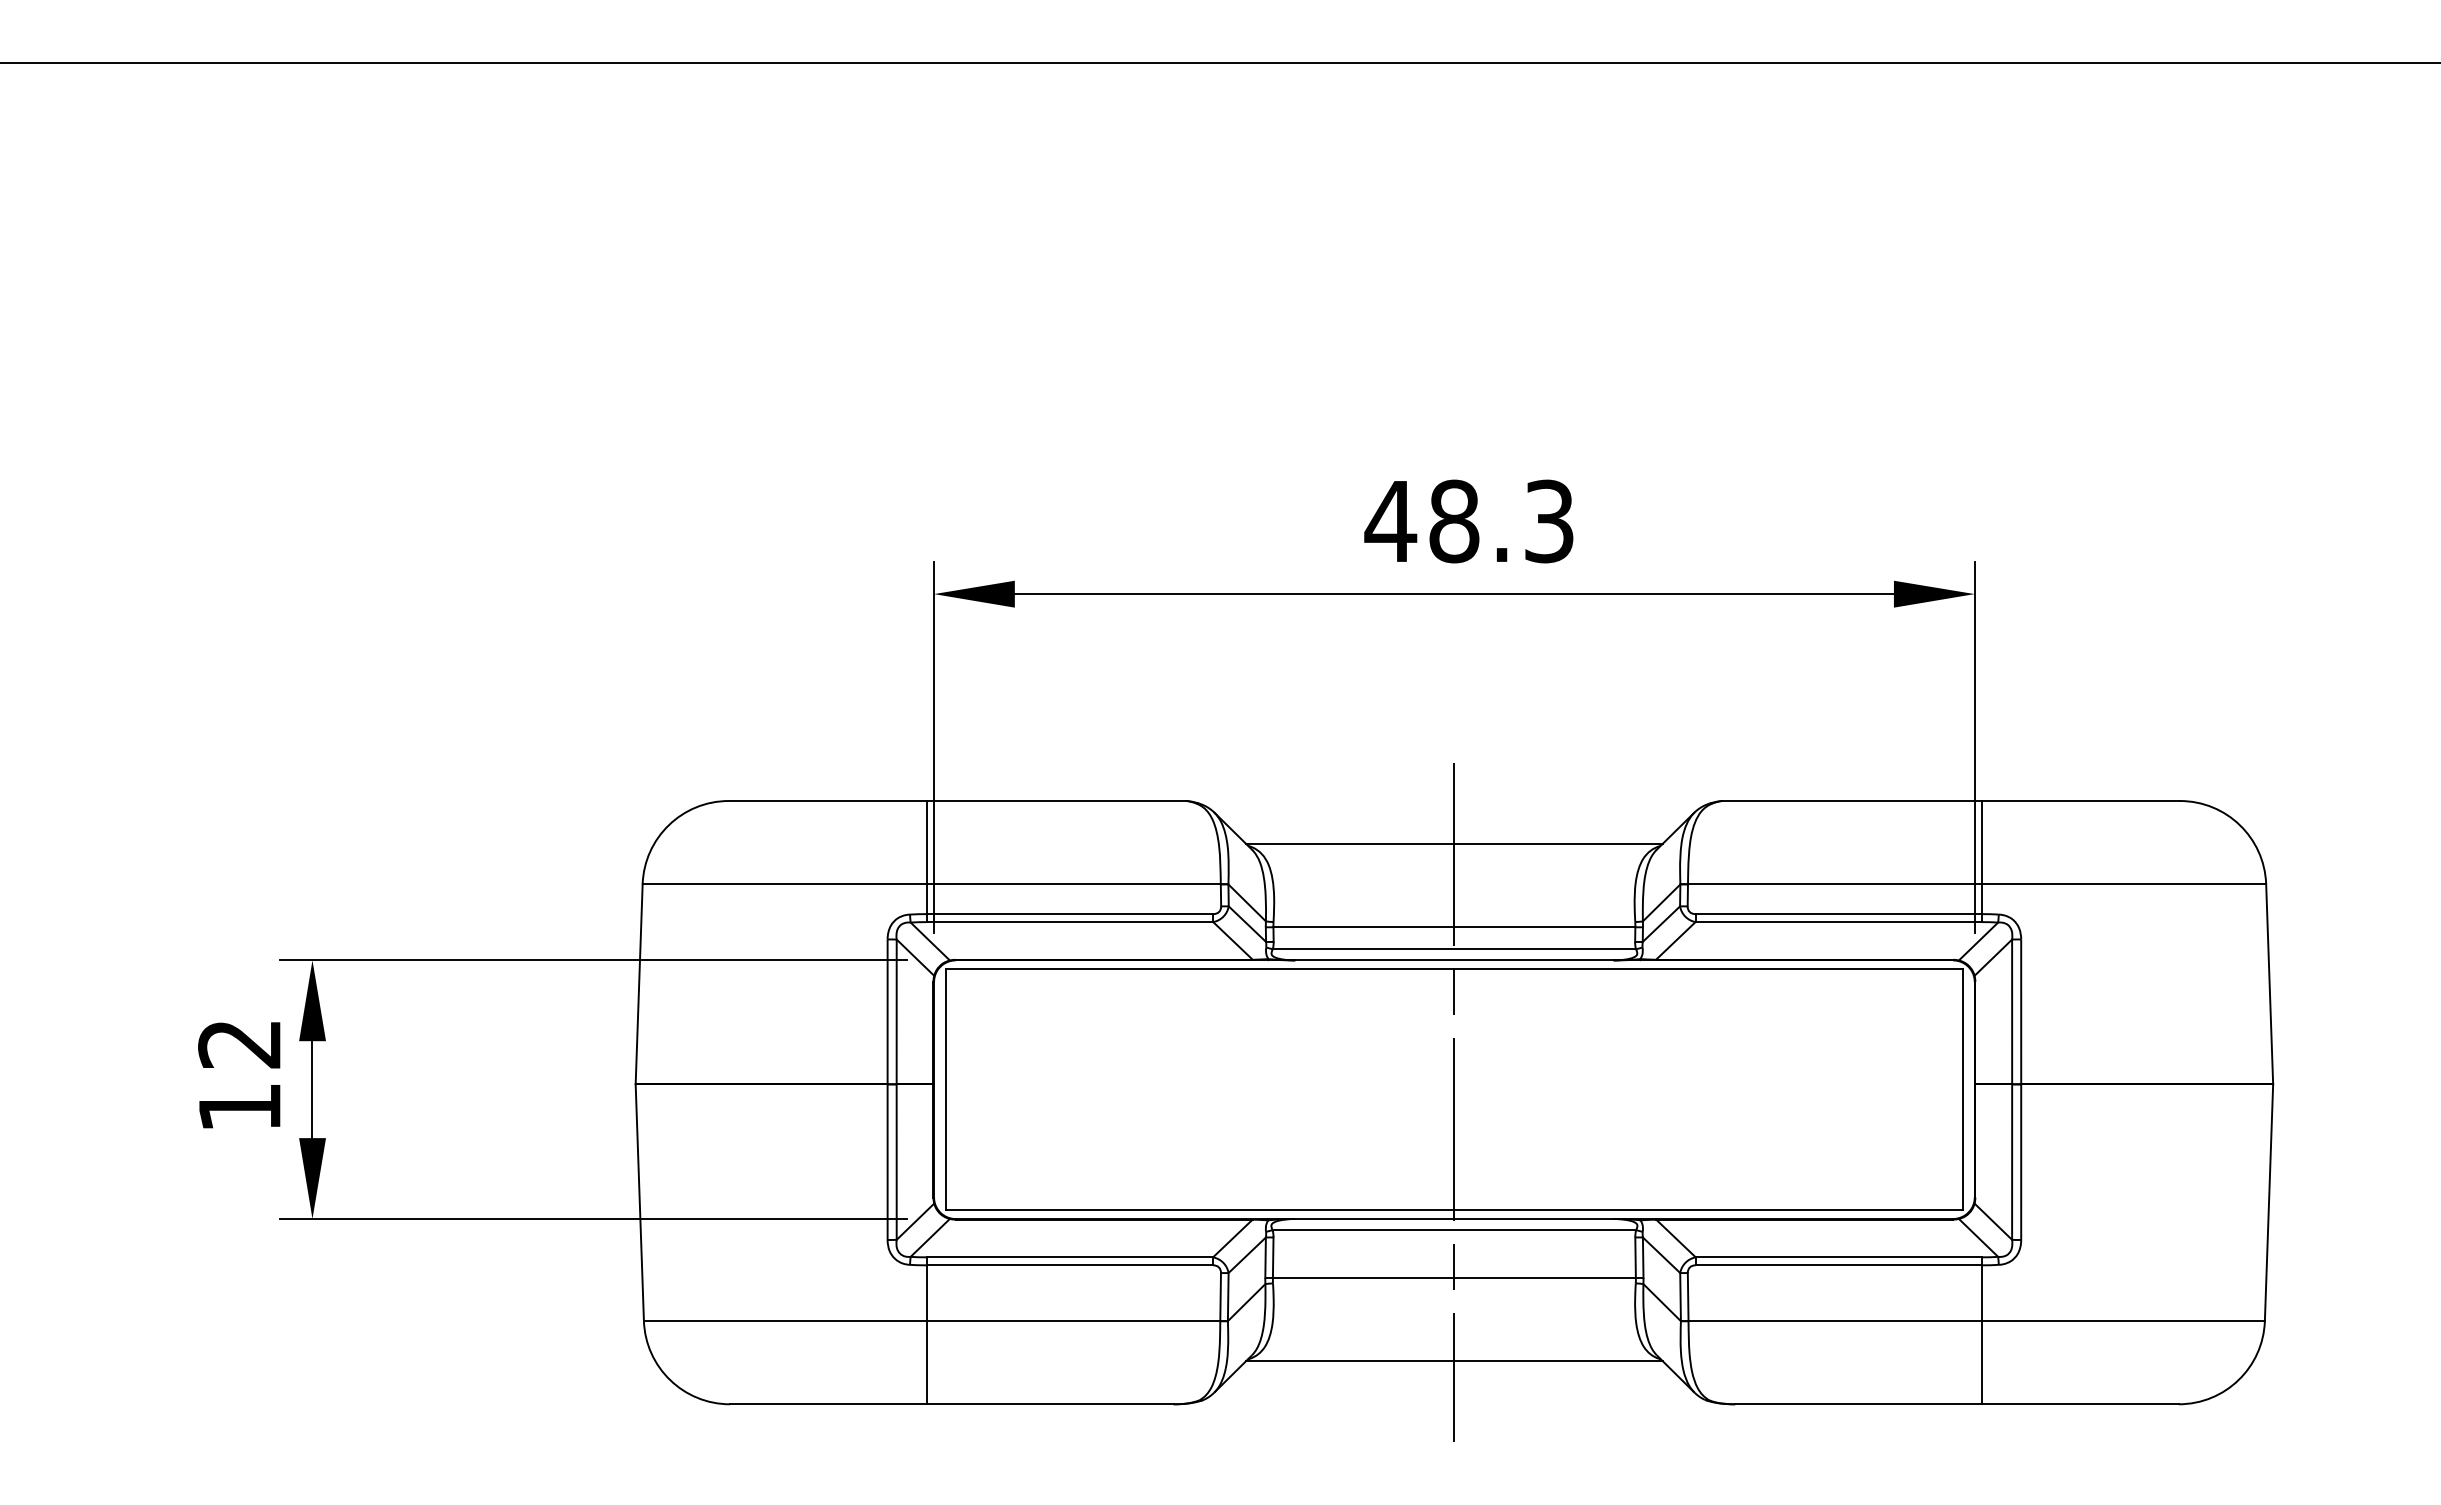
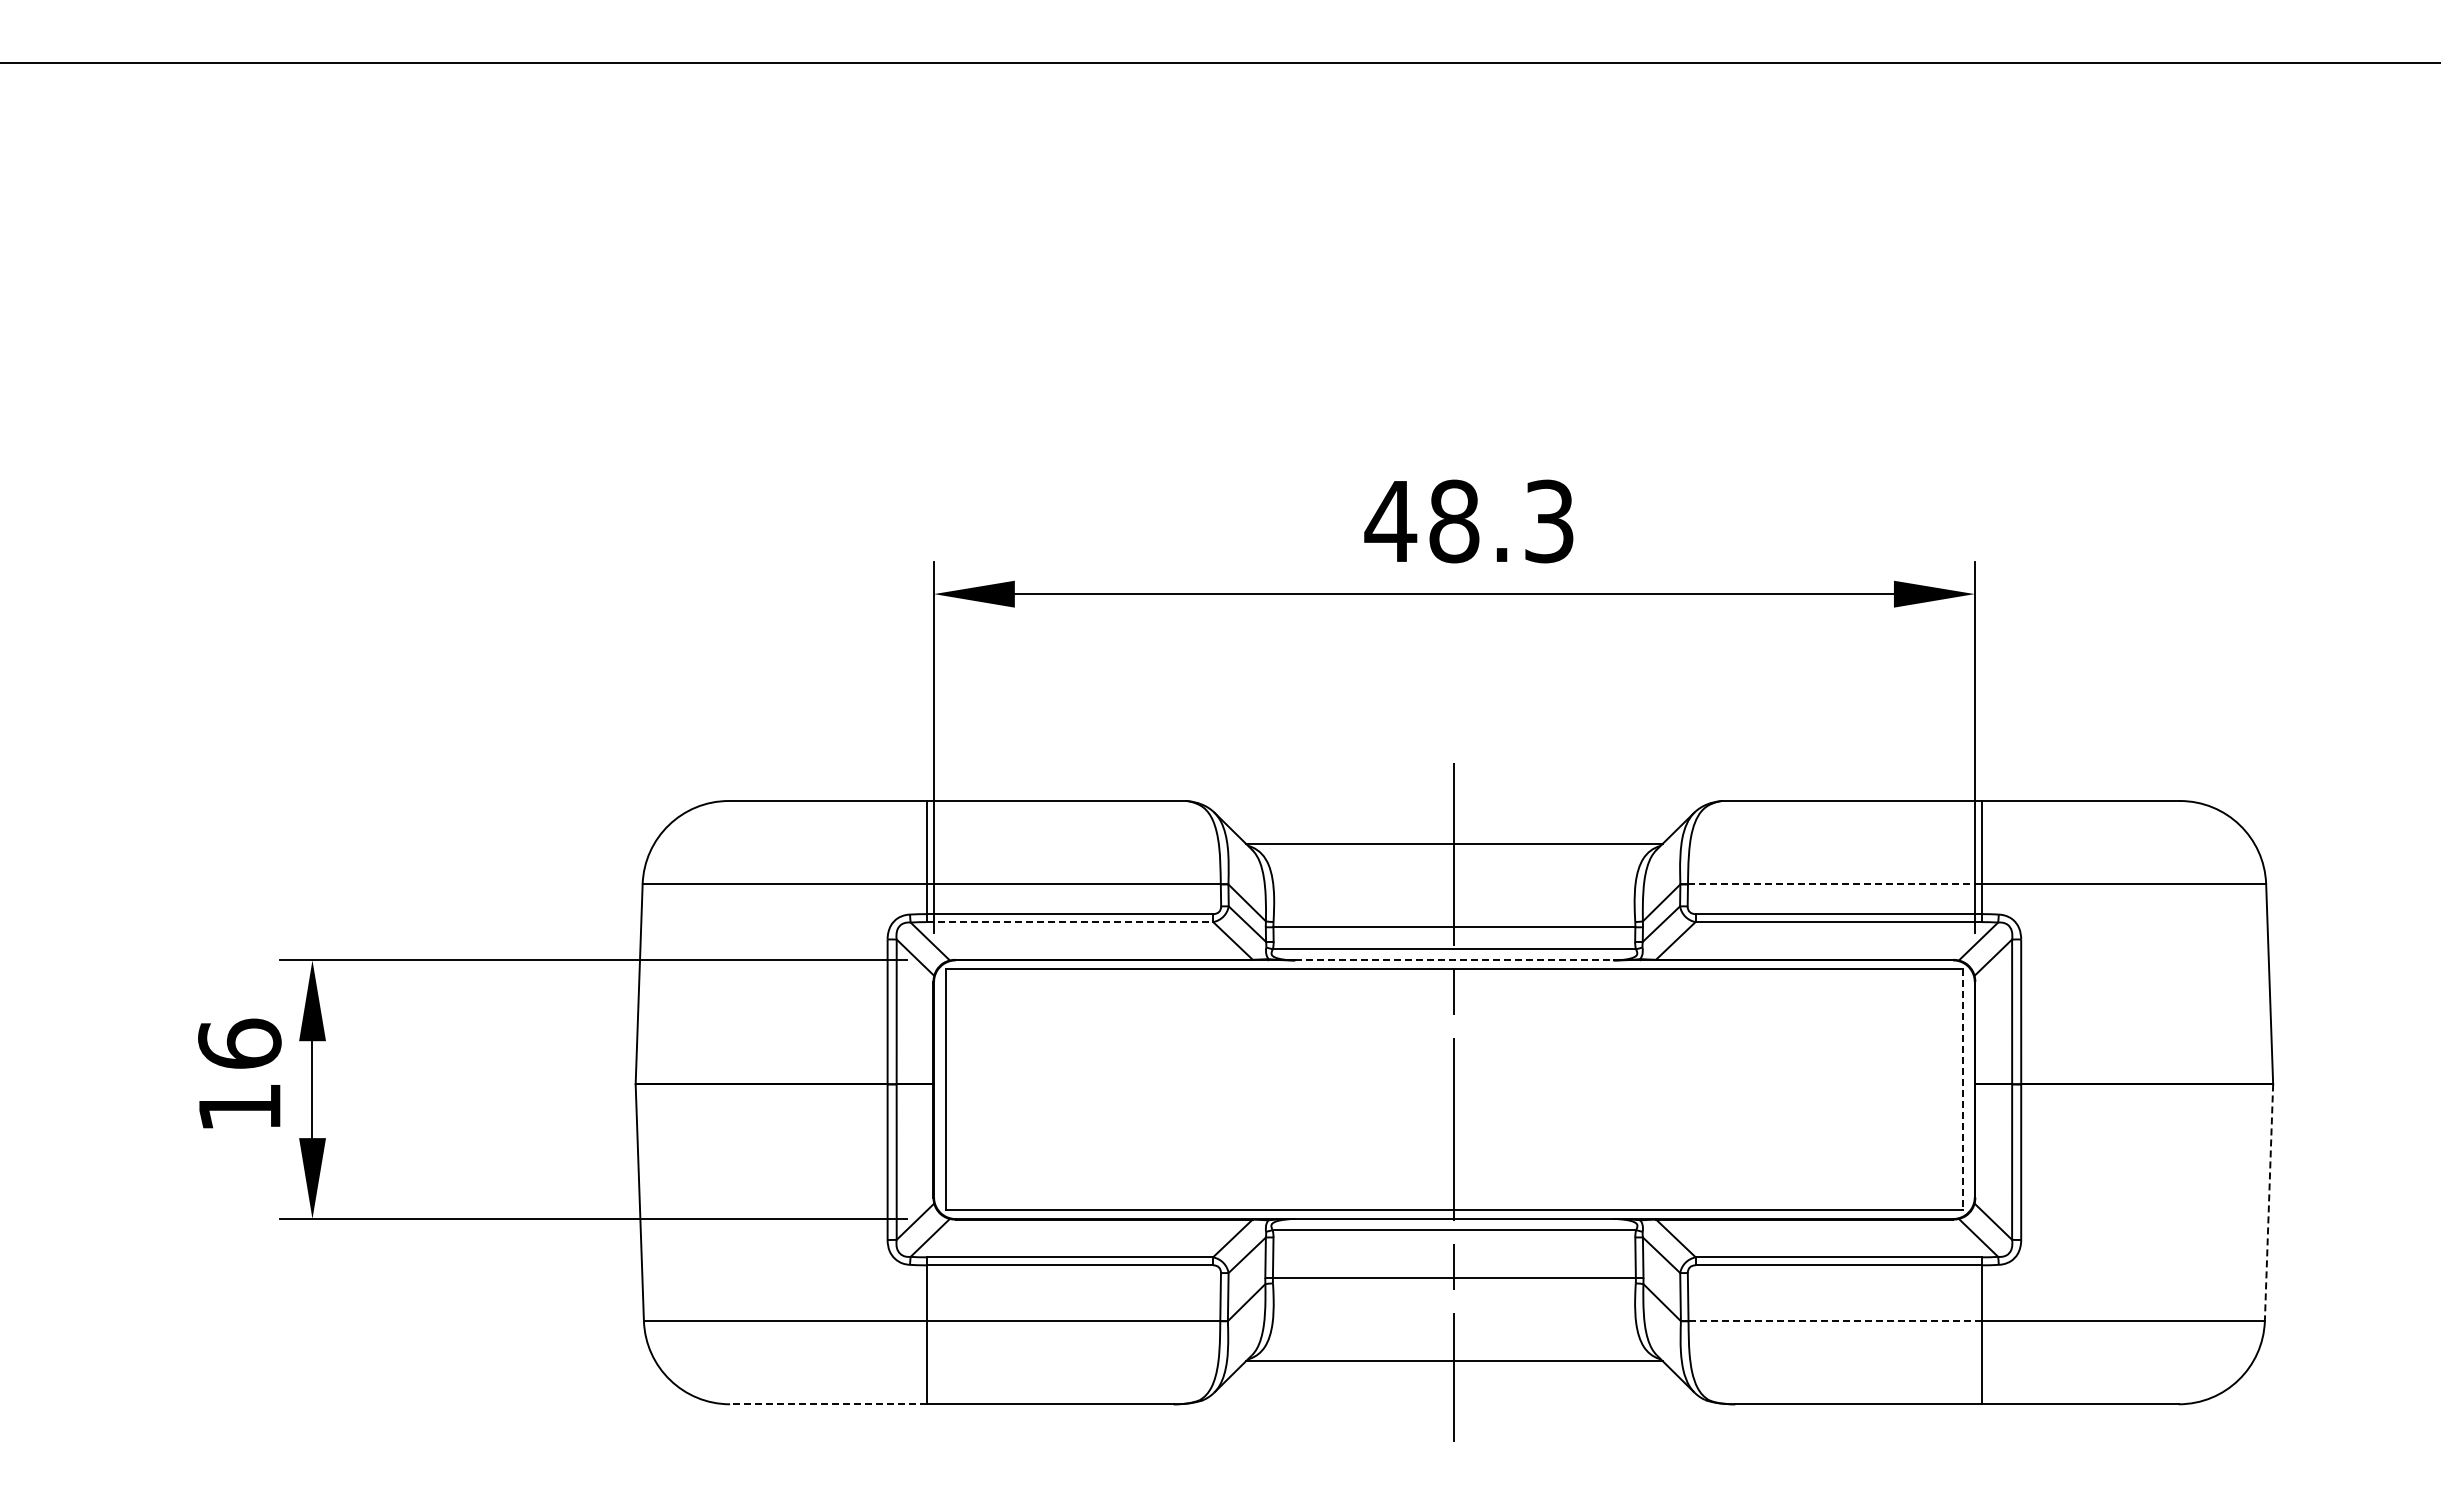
line at (1835, 884): solid -> dashed
line at (1070, 922): solid -> dashed
line at (1454, 960): solid -> dashed
text at (239, 1043): 12 -> 16
line at (1962, 1089): solid -> dashed
line at (2269, 1203): solid -> dashed
line at (1835, 1321): solid -> dashed
line at (827, 1404): solid -> dashed
